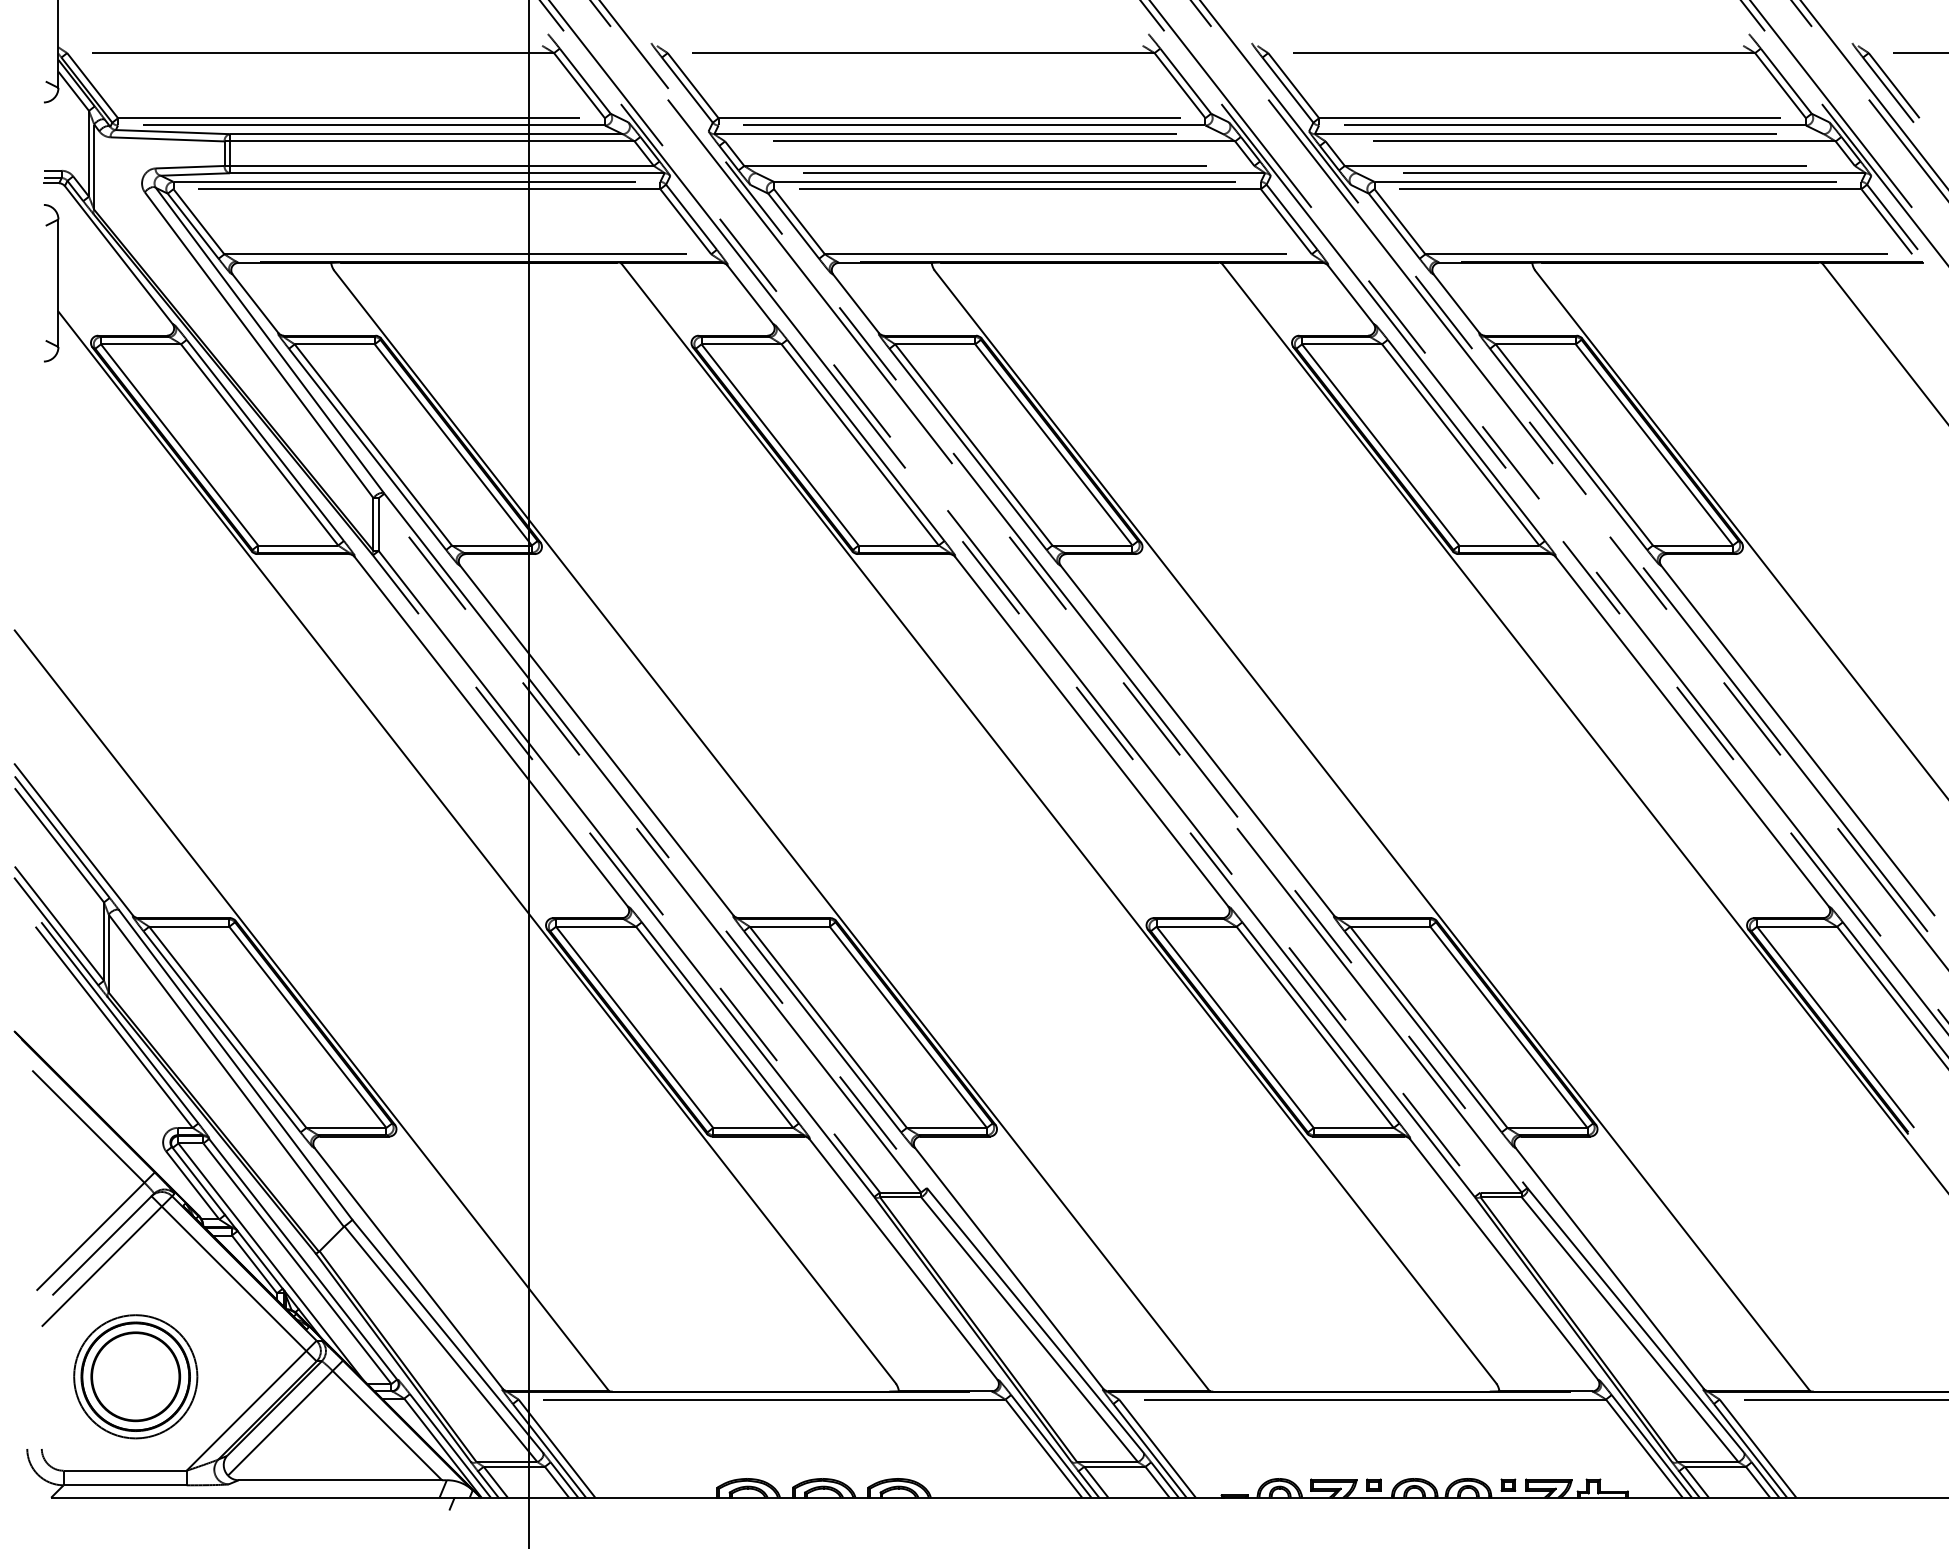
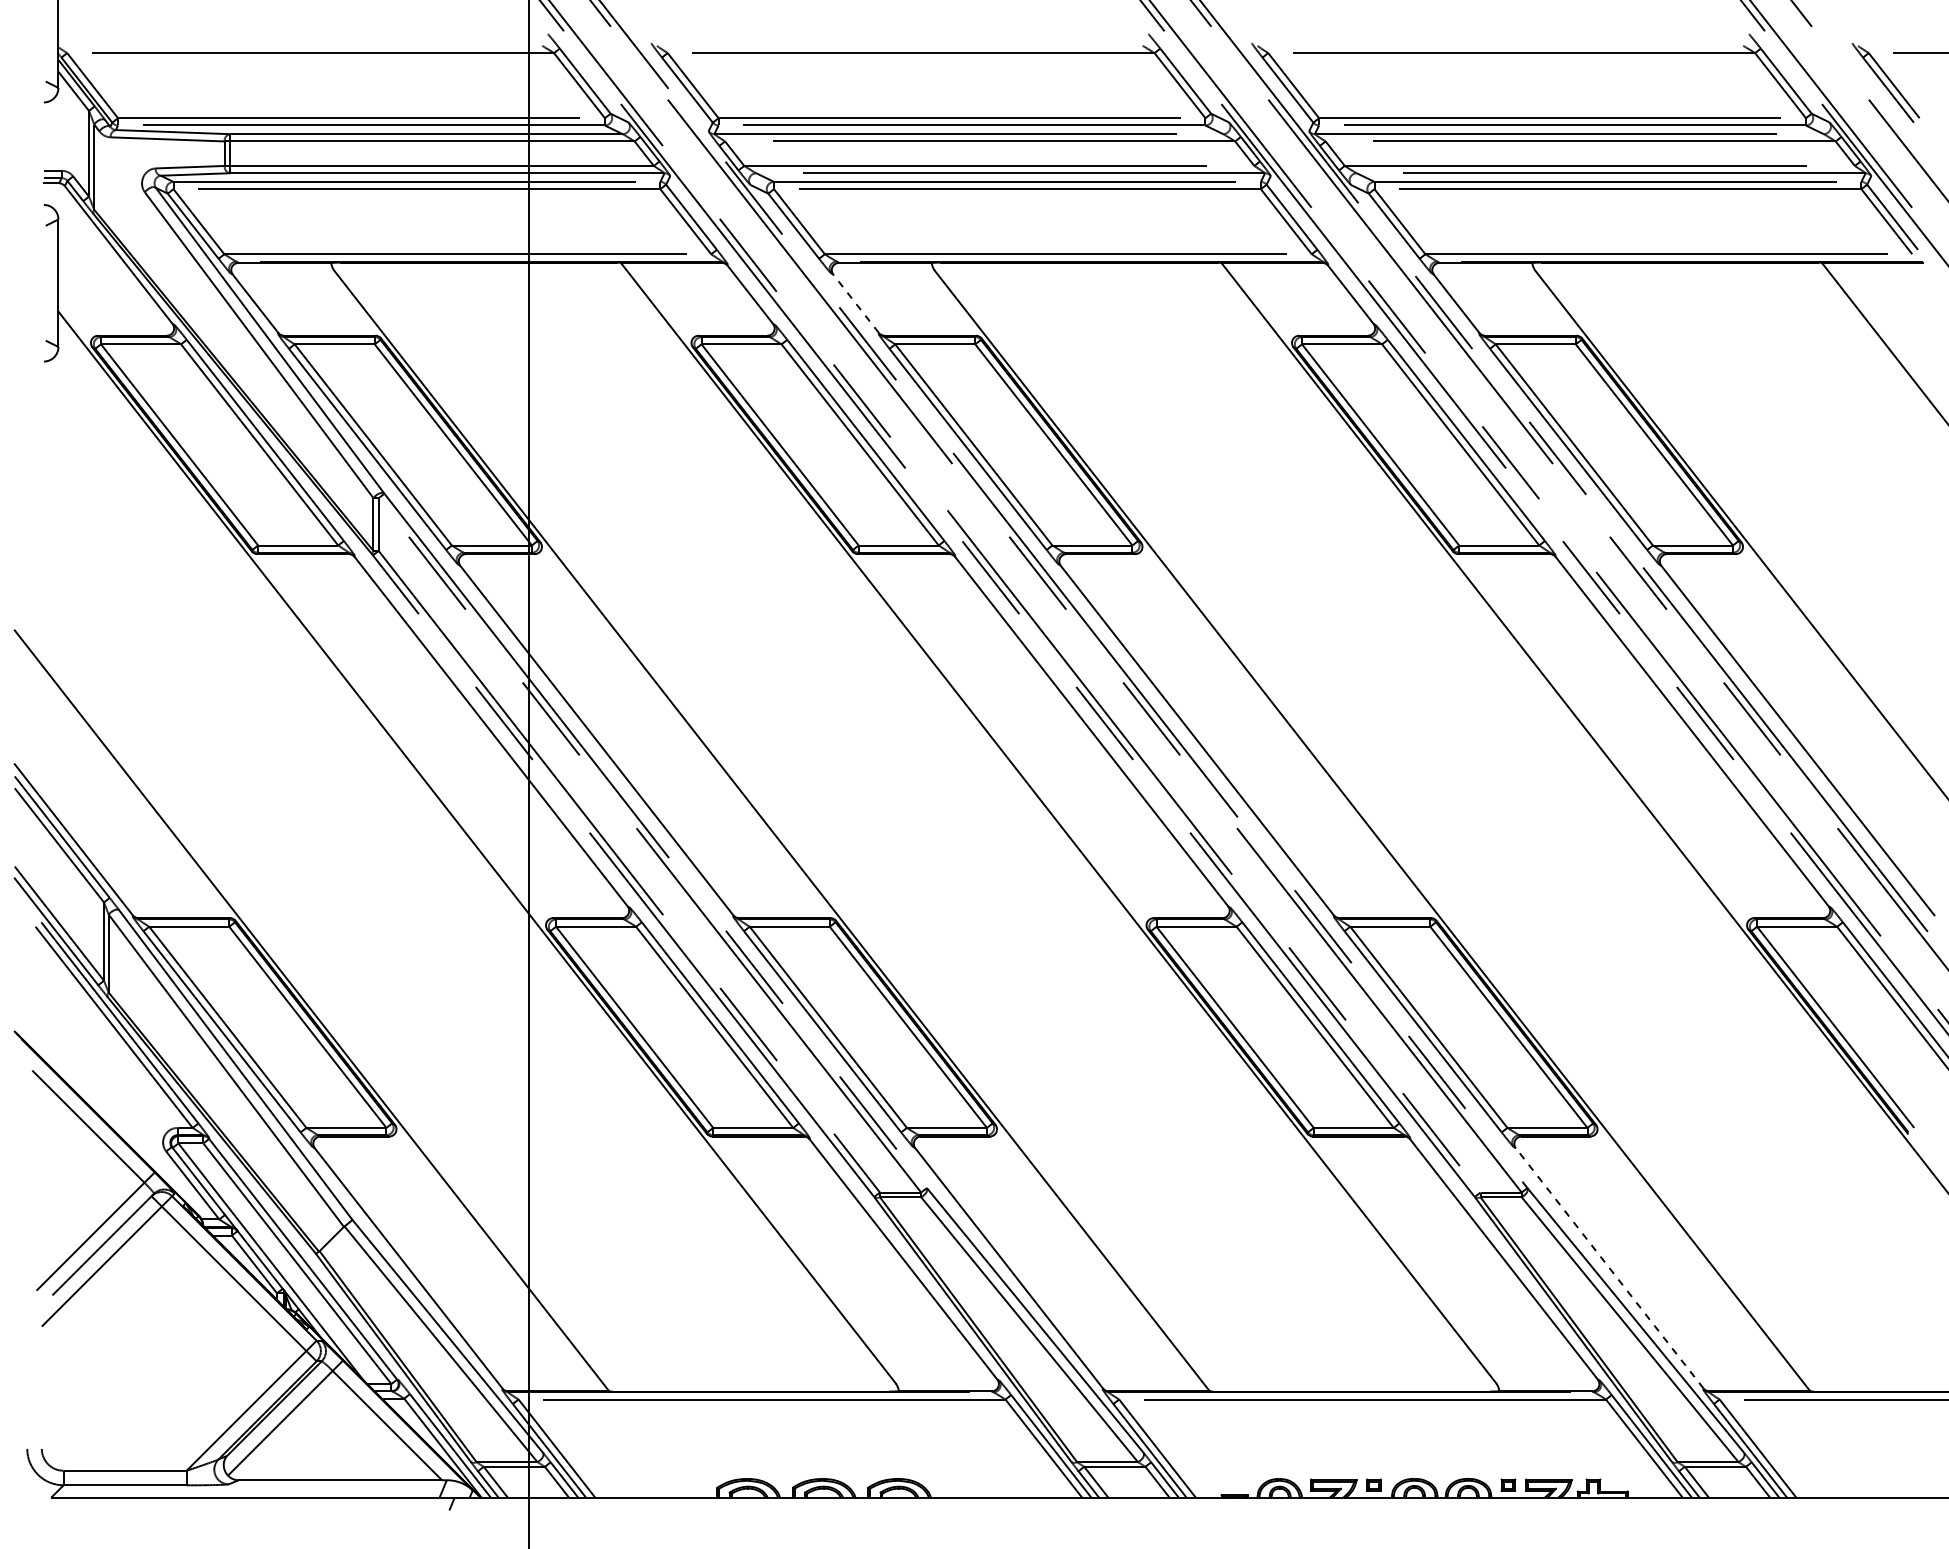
line at (1873, 94): present -> none
line at (856, 303): solid -> dashed
line at (1609, 1268): solid -> dashed
part at (135, 1376): present -> none
